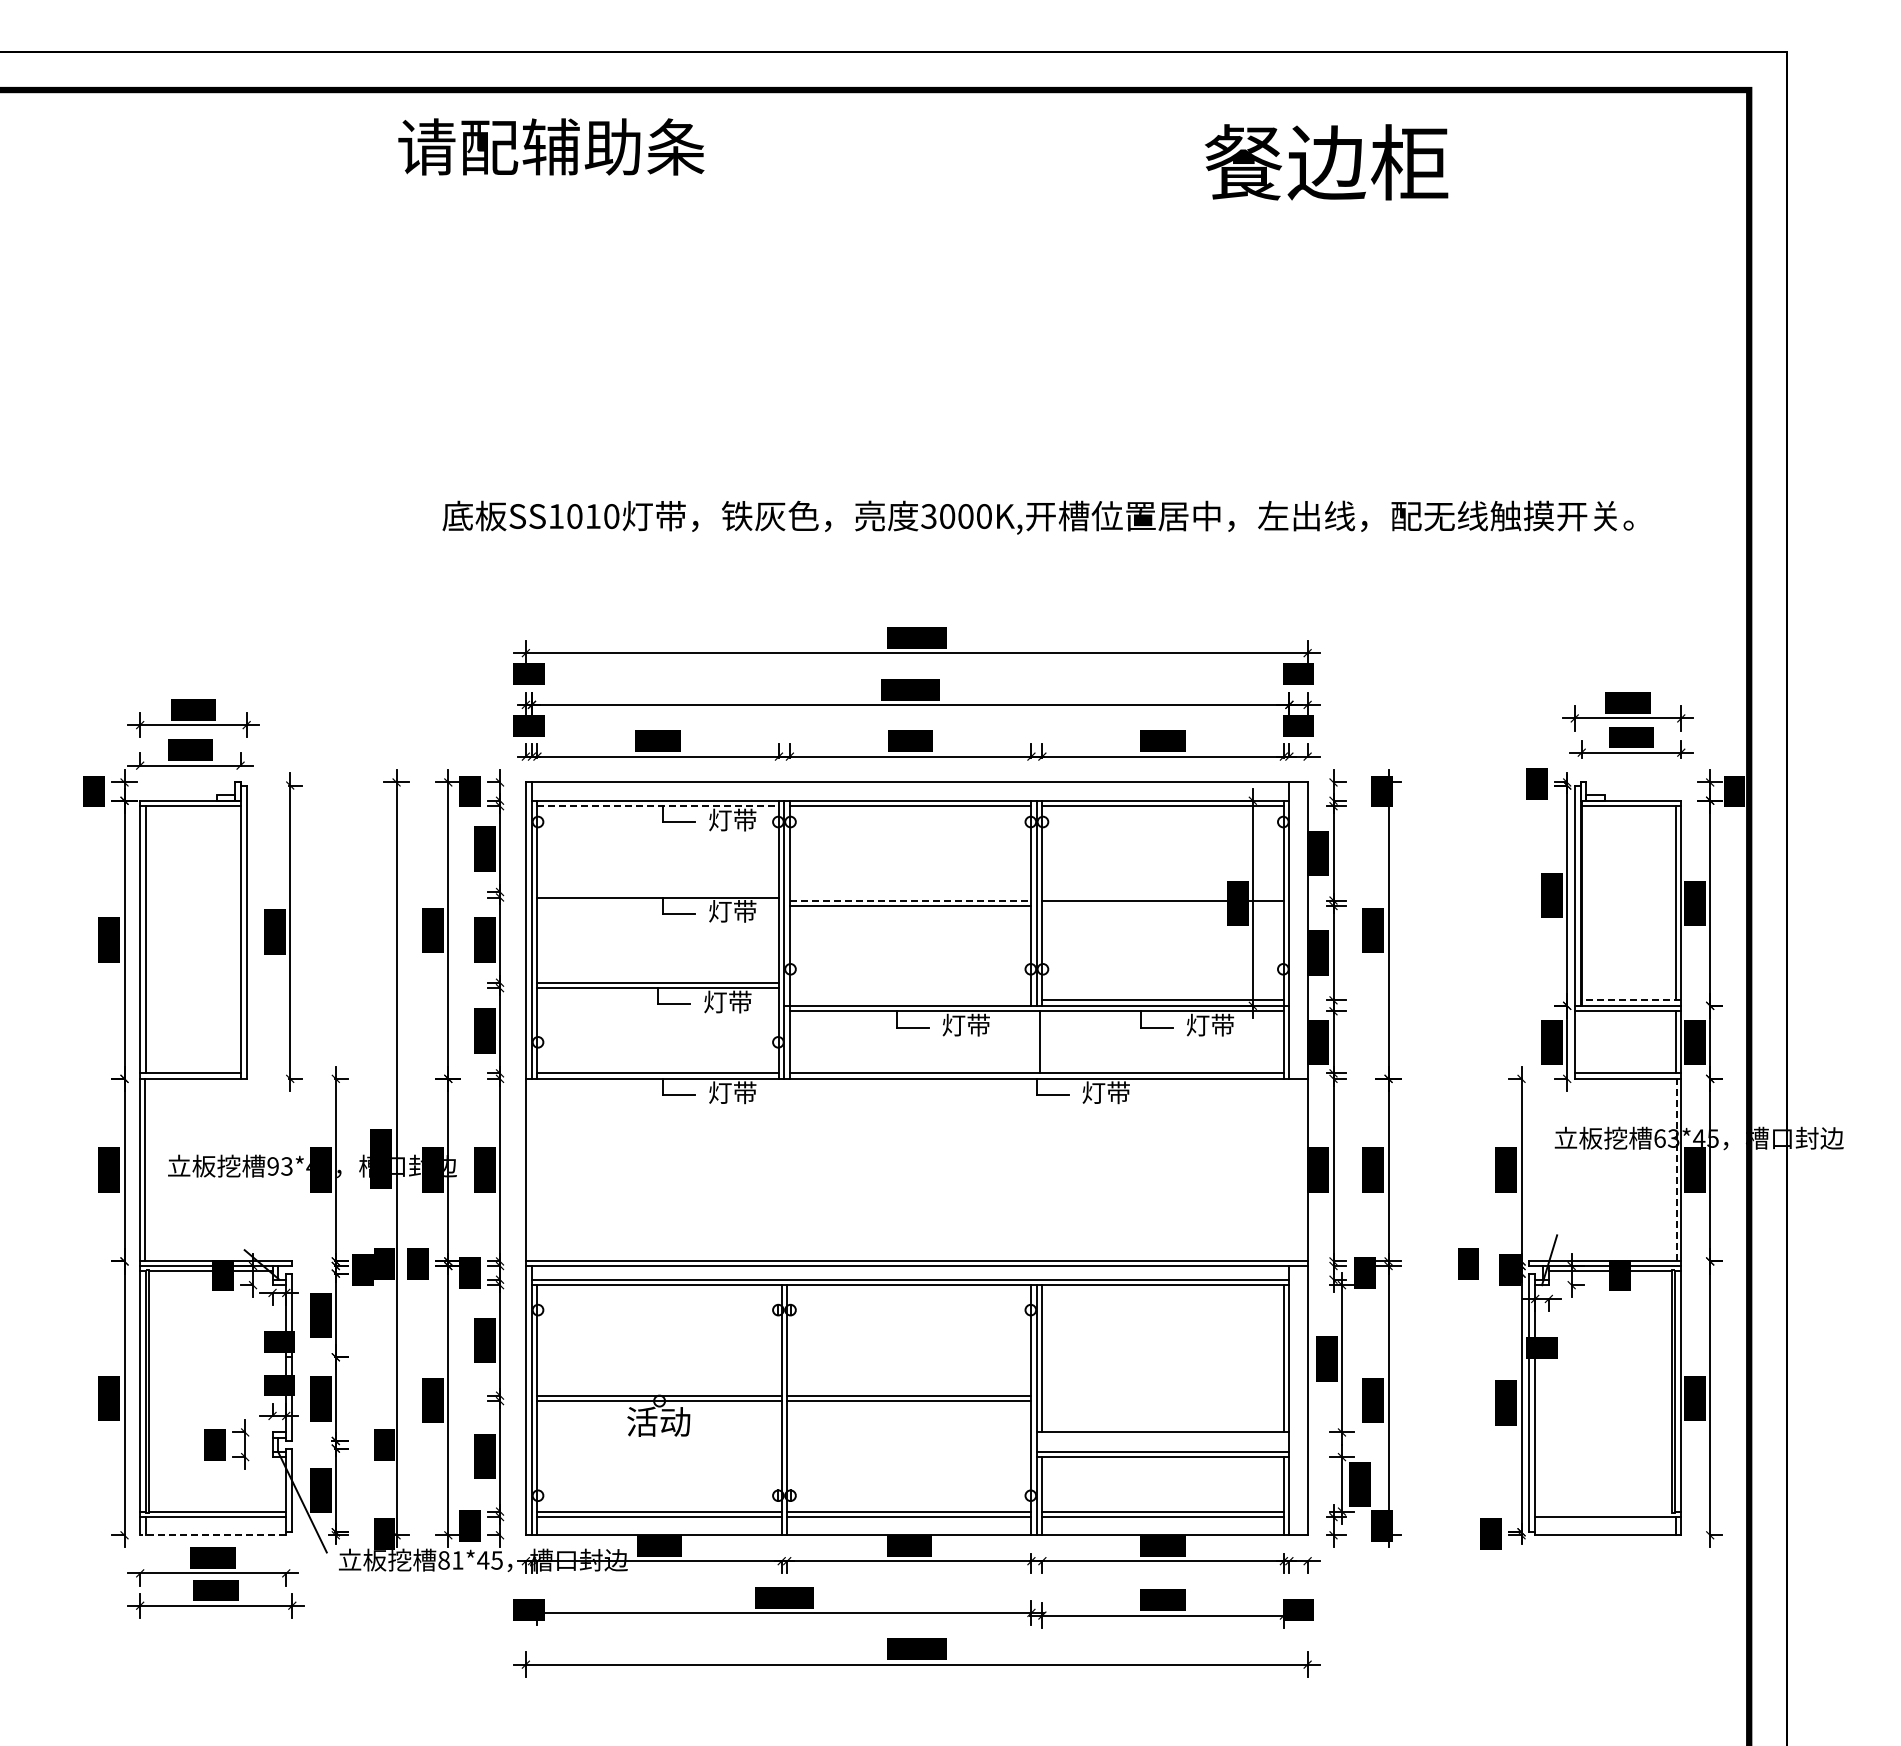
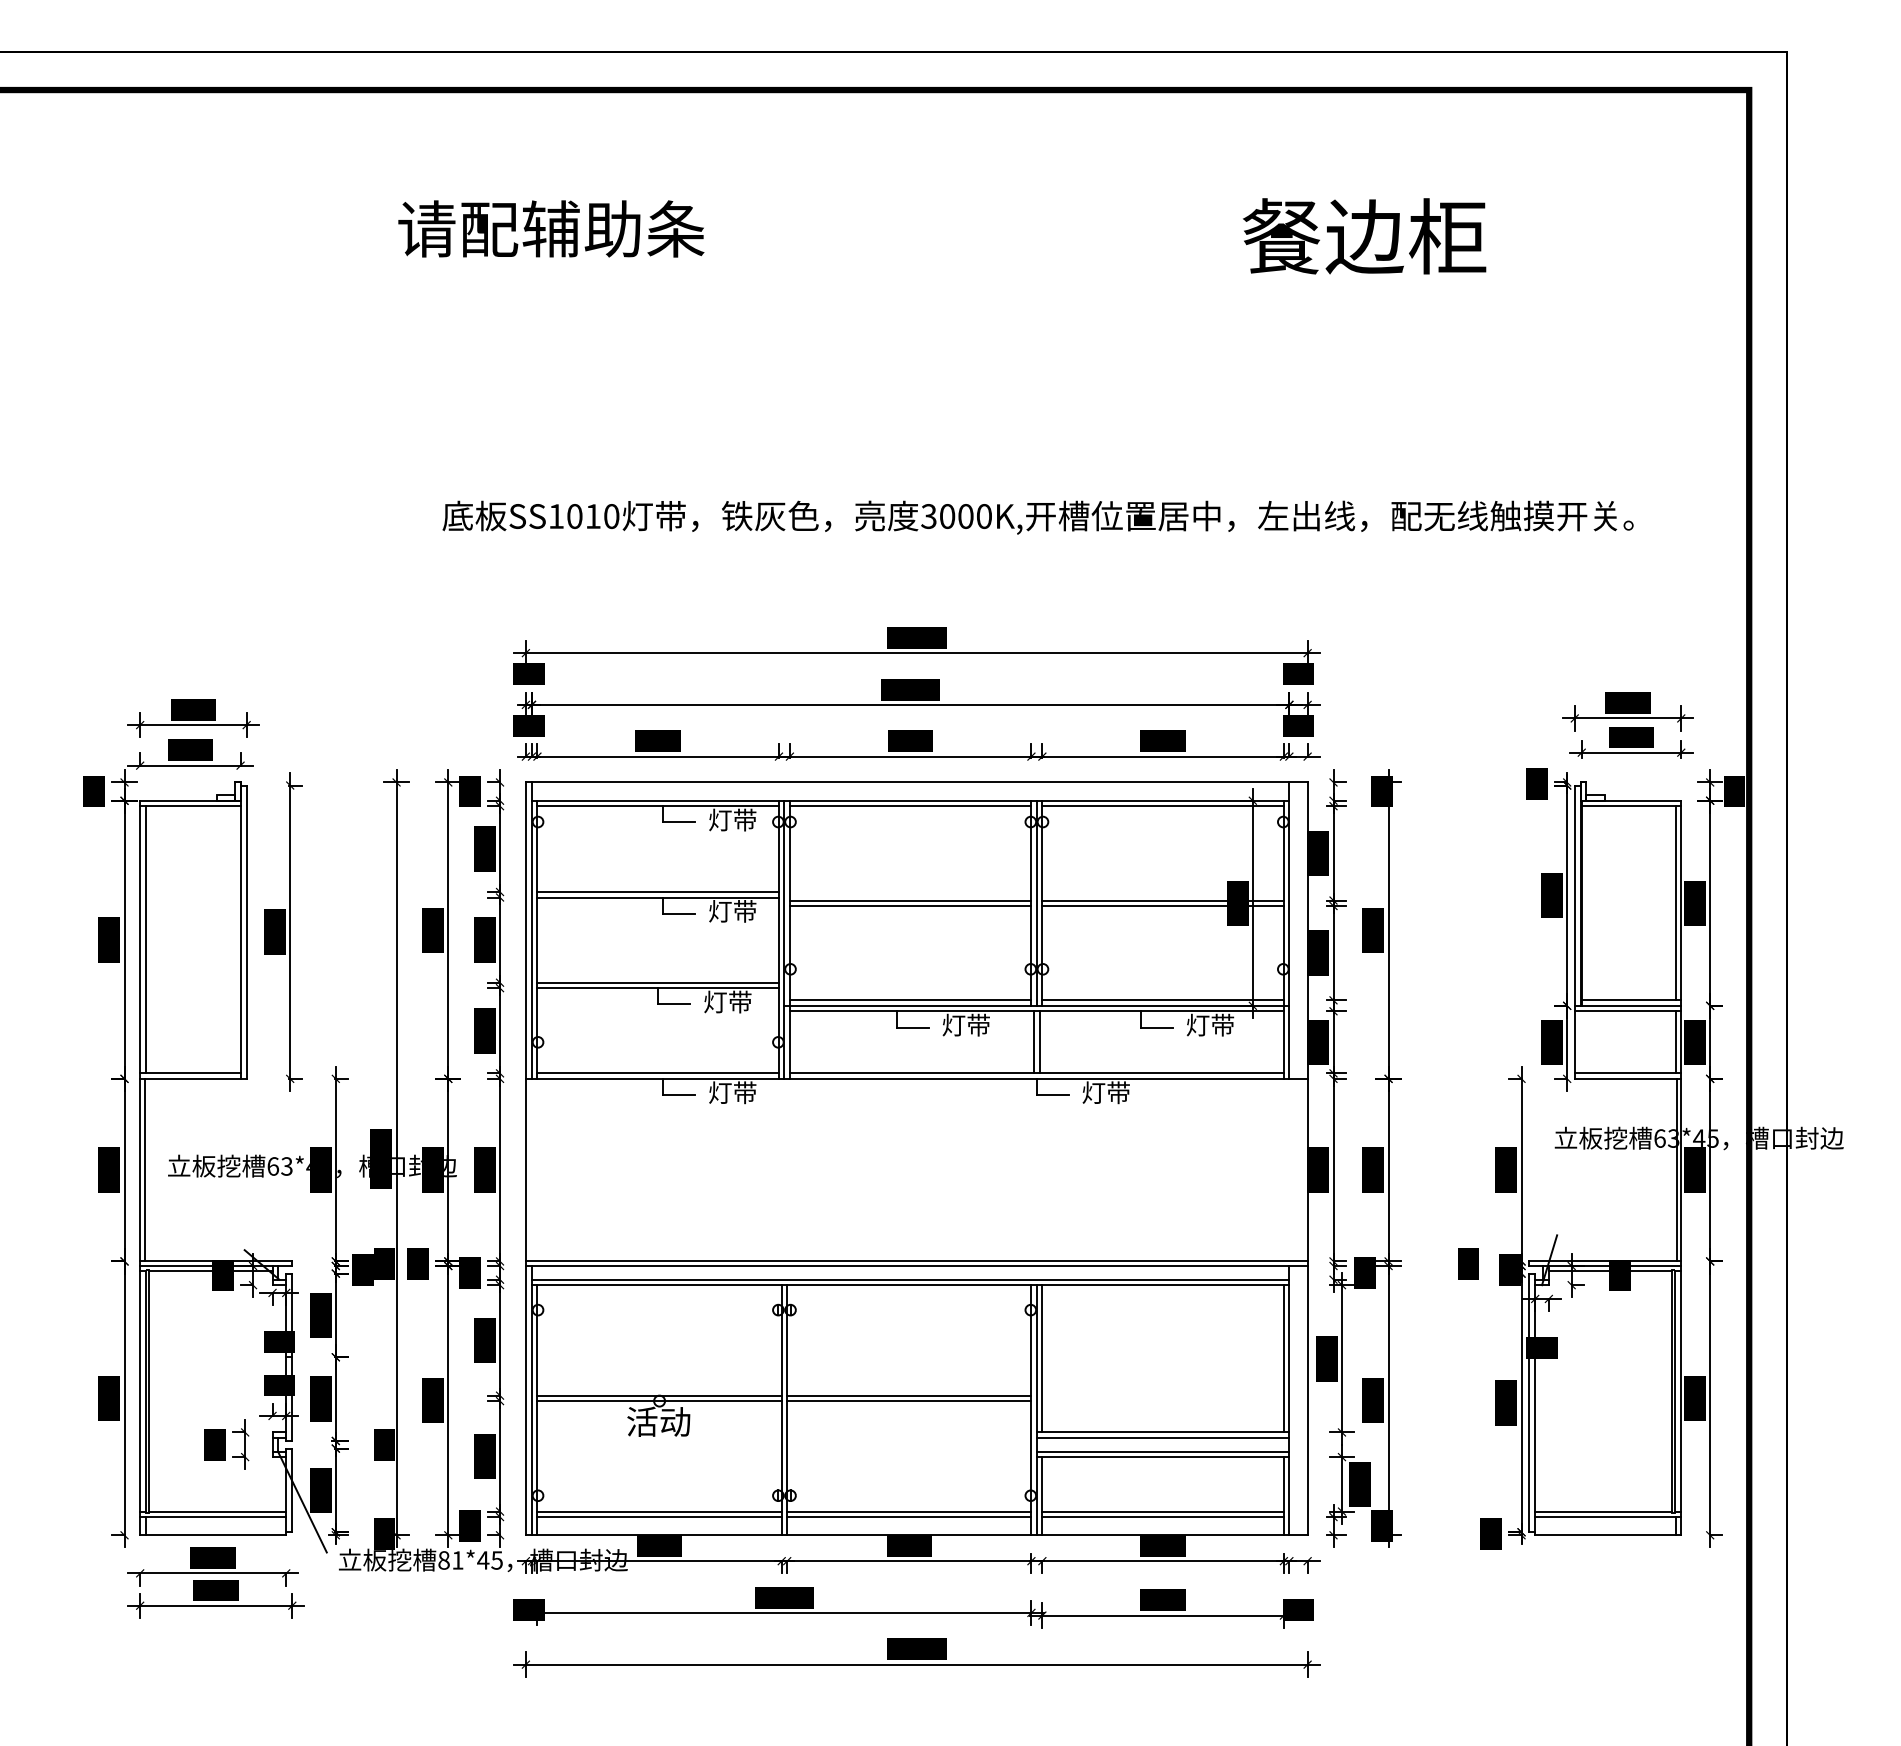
text at (551, 146) position: (551, 146) -> (551, 228)
text at (1326, 162) position: (1326, 162) -> (1364, 236)
line at (658, 806): dashed -> solid
line at (657, 892): none -> present
line at (910, 900): dashed -> solid
line at (1162, 906): none -> present
line at (910, 1000): none -> present
line at (1631, 1000): dashed -> solid
line at (1034, 1042): none -> present
text at (273, 1166): 93*45 -> 63*45
line at (1676, 1169): dashed -> solid
line at (1162, 1437): none -> present
line at (1603, 1511): none -> present
line at (212, 1535): dashed -> solid
